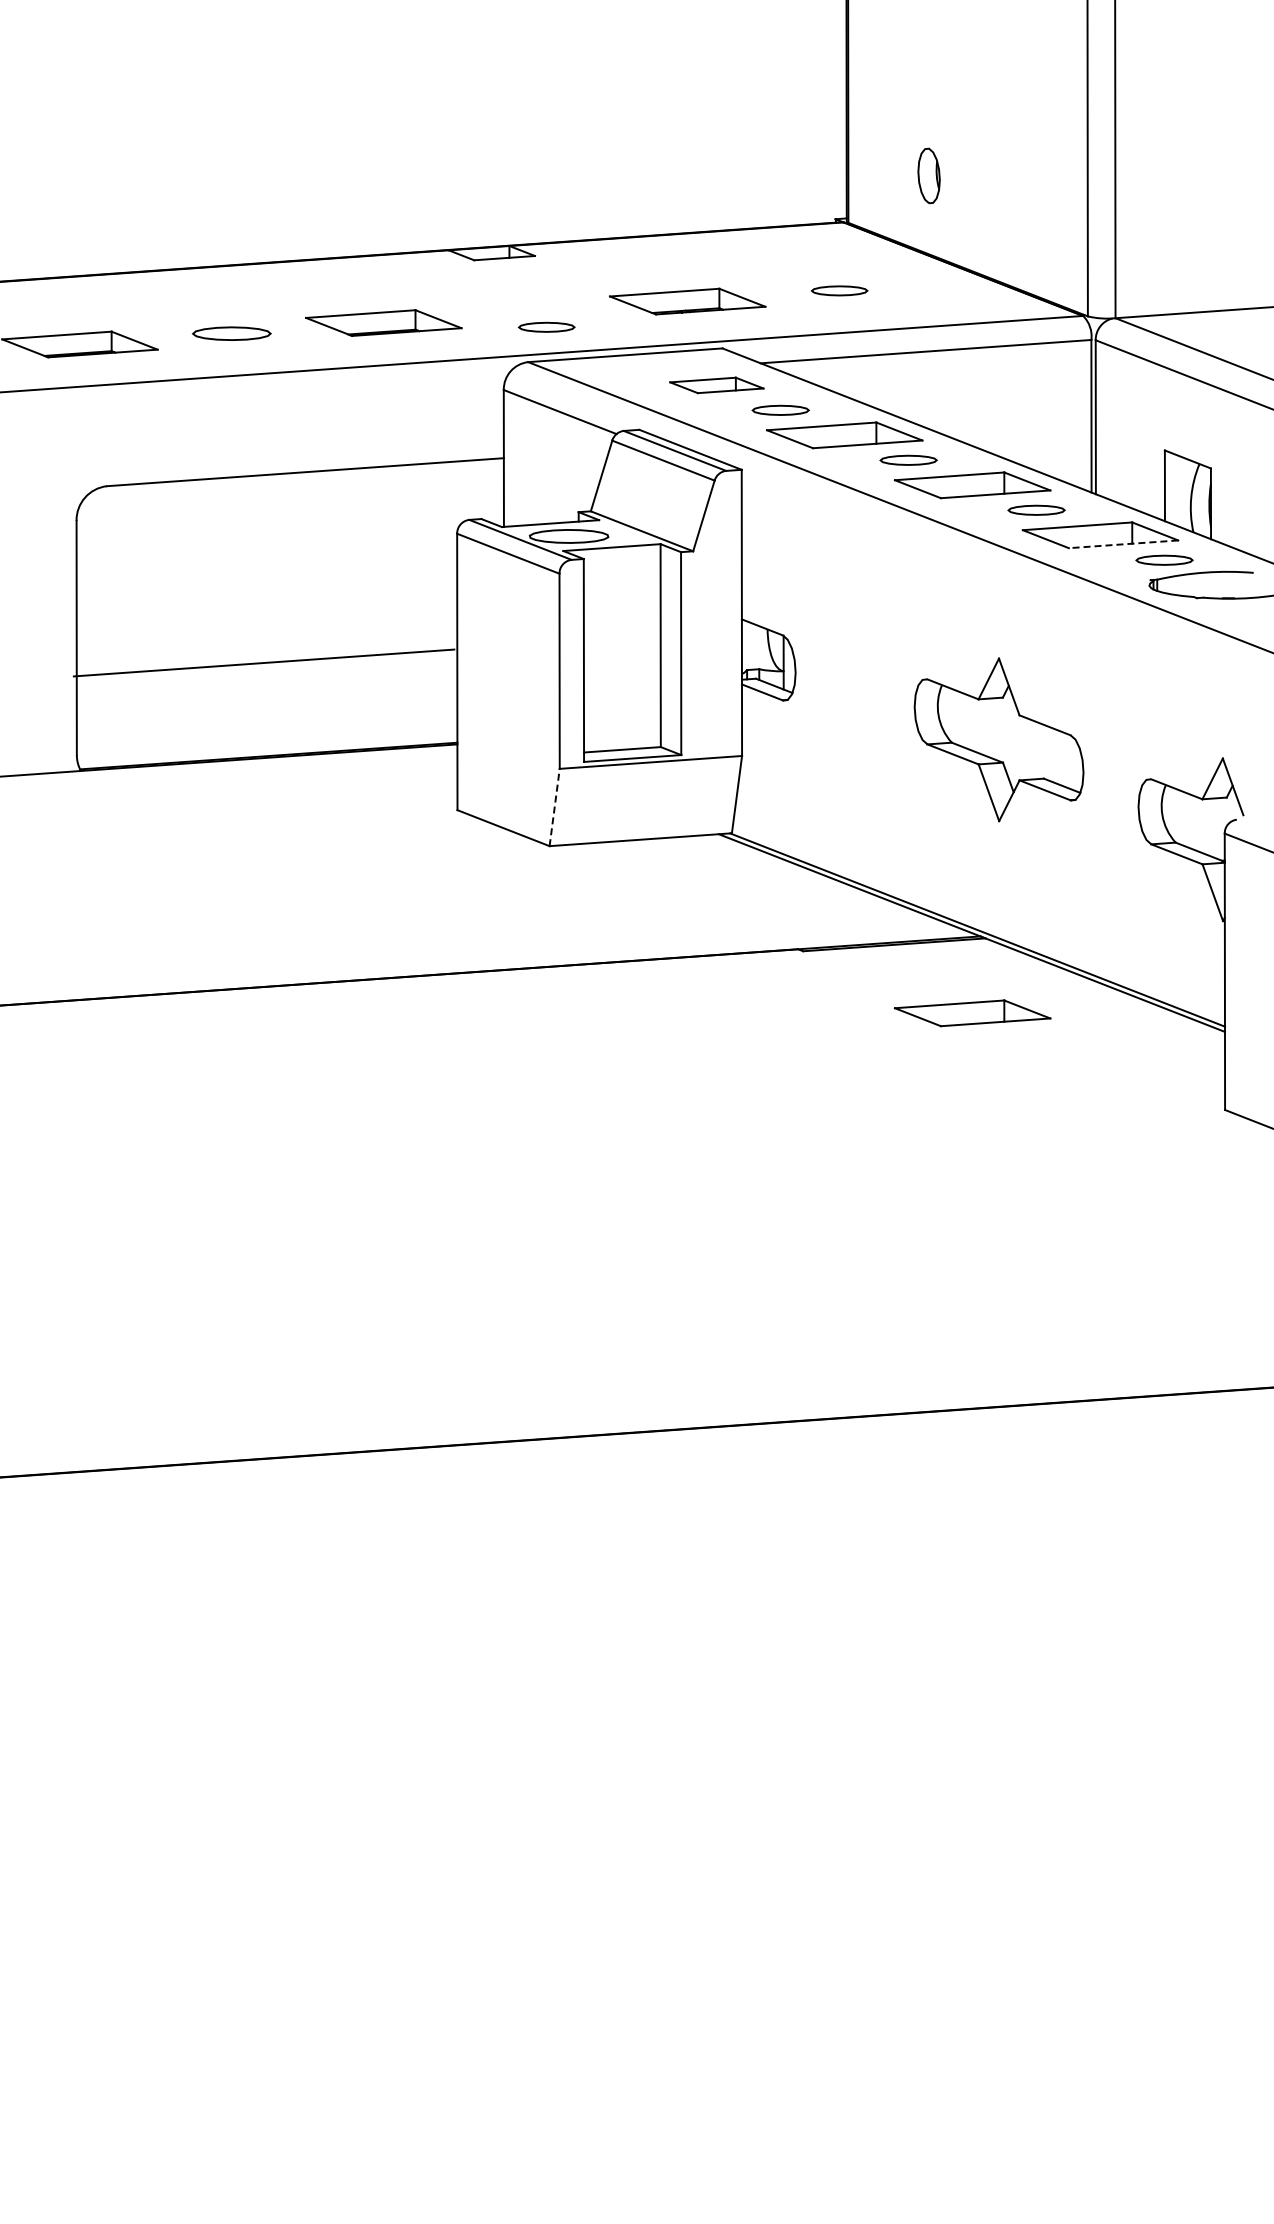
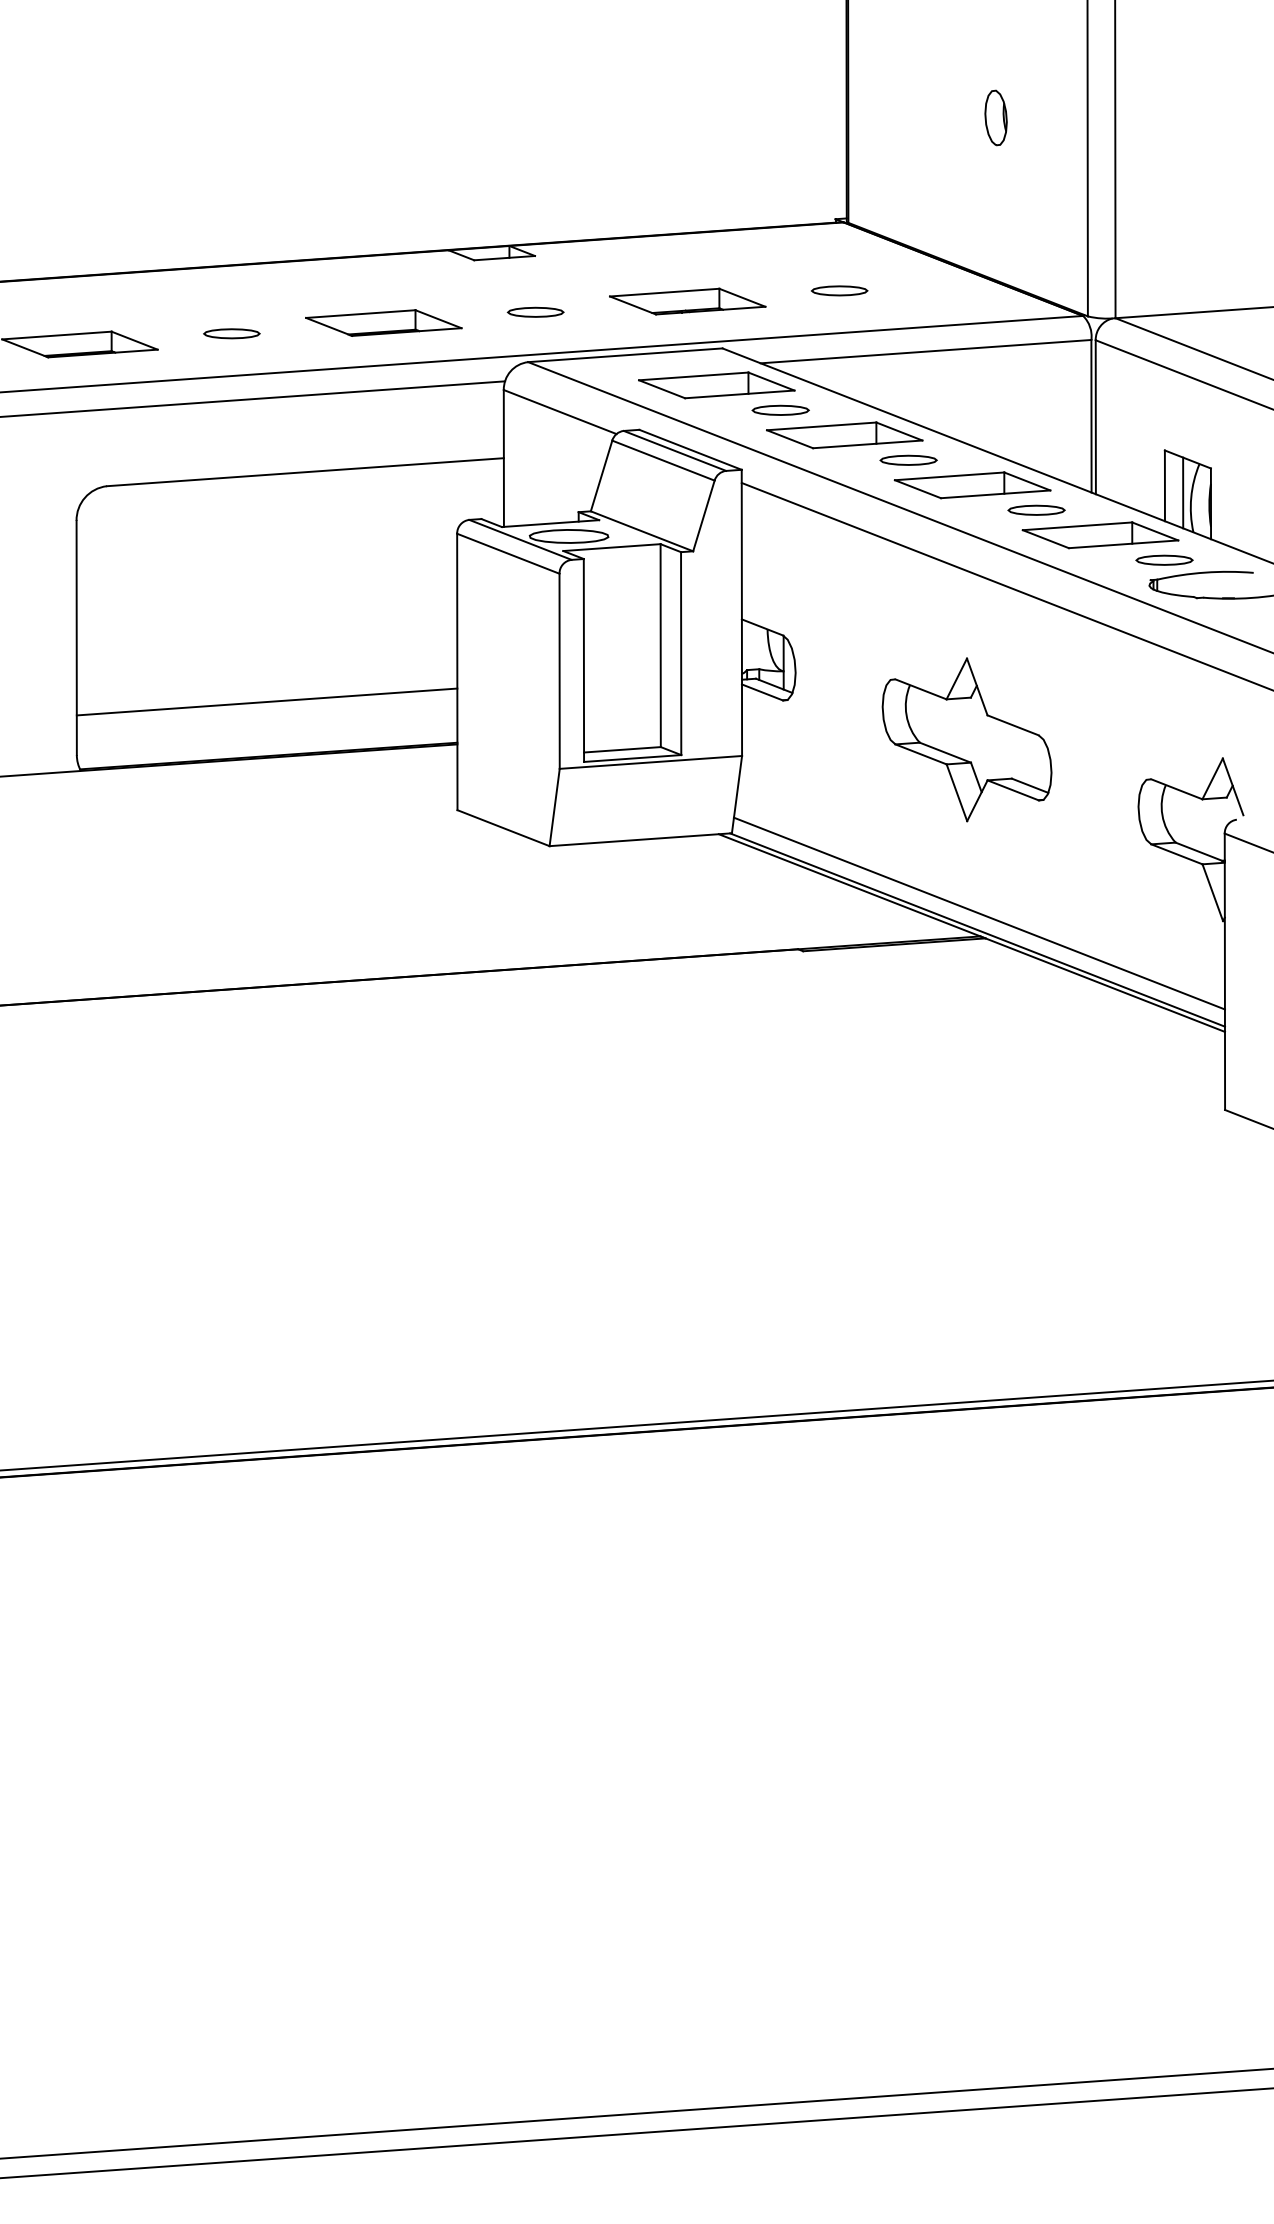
part at (928, 175) position: (928, 175) -> (995, 117)
part at (546, 326) position: (546, 326) -> (535, 311)
part at (231, 333) size: 80x15 px -> 58x12 px
part at (716, 385) size: 96x19 px -> 158x29 px
line at (253, 398): none -> present
line at (1183, 492): none -> present
line at (1123, 544): dashed -> solid
line at (1005, 585): none -> present
line at (263, 662) position: (263, 662) -> (266, 701)
part at (998, 739) position: (998, 739) -> (966, 739)
line at (554, 807): dashed -> solid
line at (978, 913): none -> present
part at (972, 1013): present -> none
line at (636, 1425): none -> present
line at (636, 2113): none -> present
line at (636, 2133): none -> present
